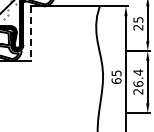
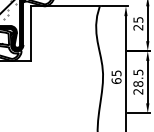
line at (31, 34): dashed -> solid
text at (138, 77): 26.4 -> 28.5
